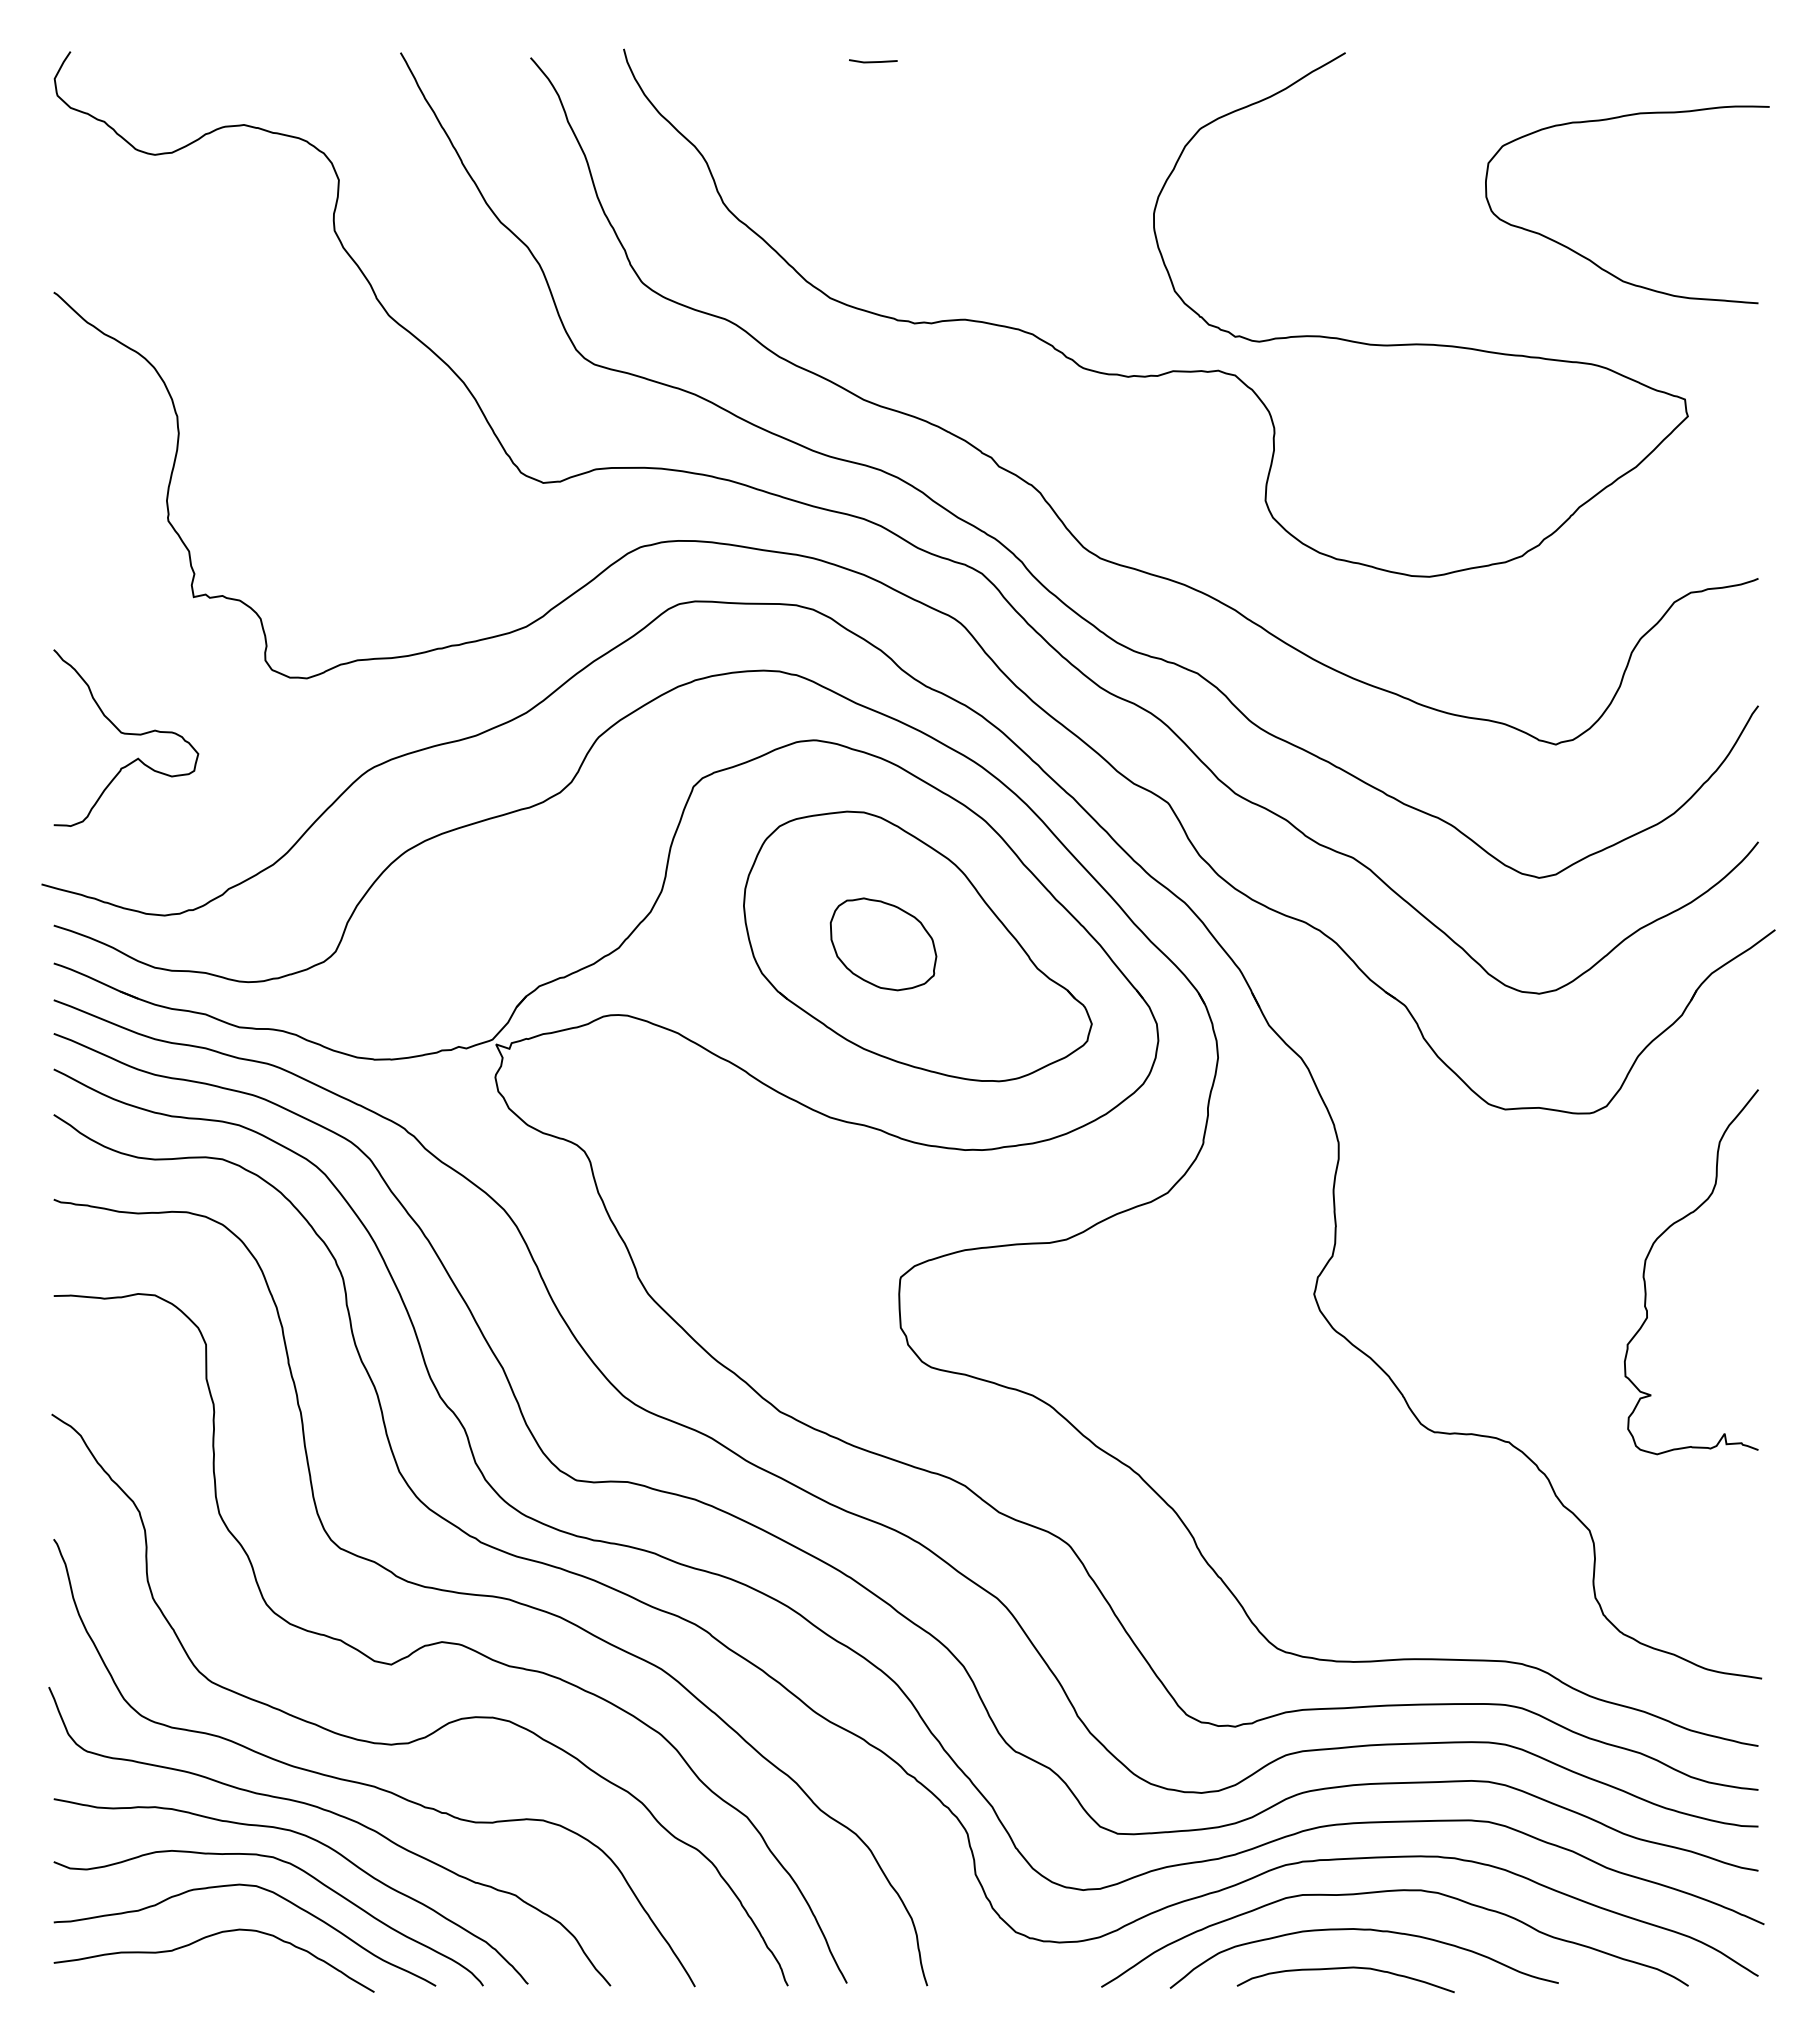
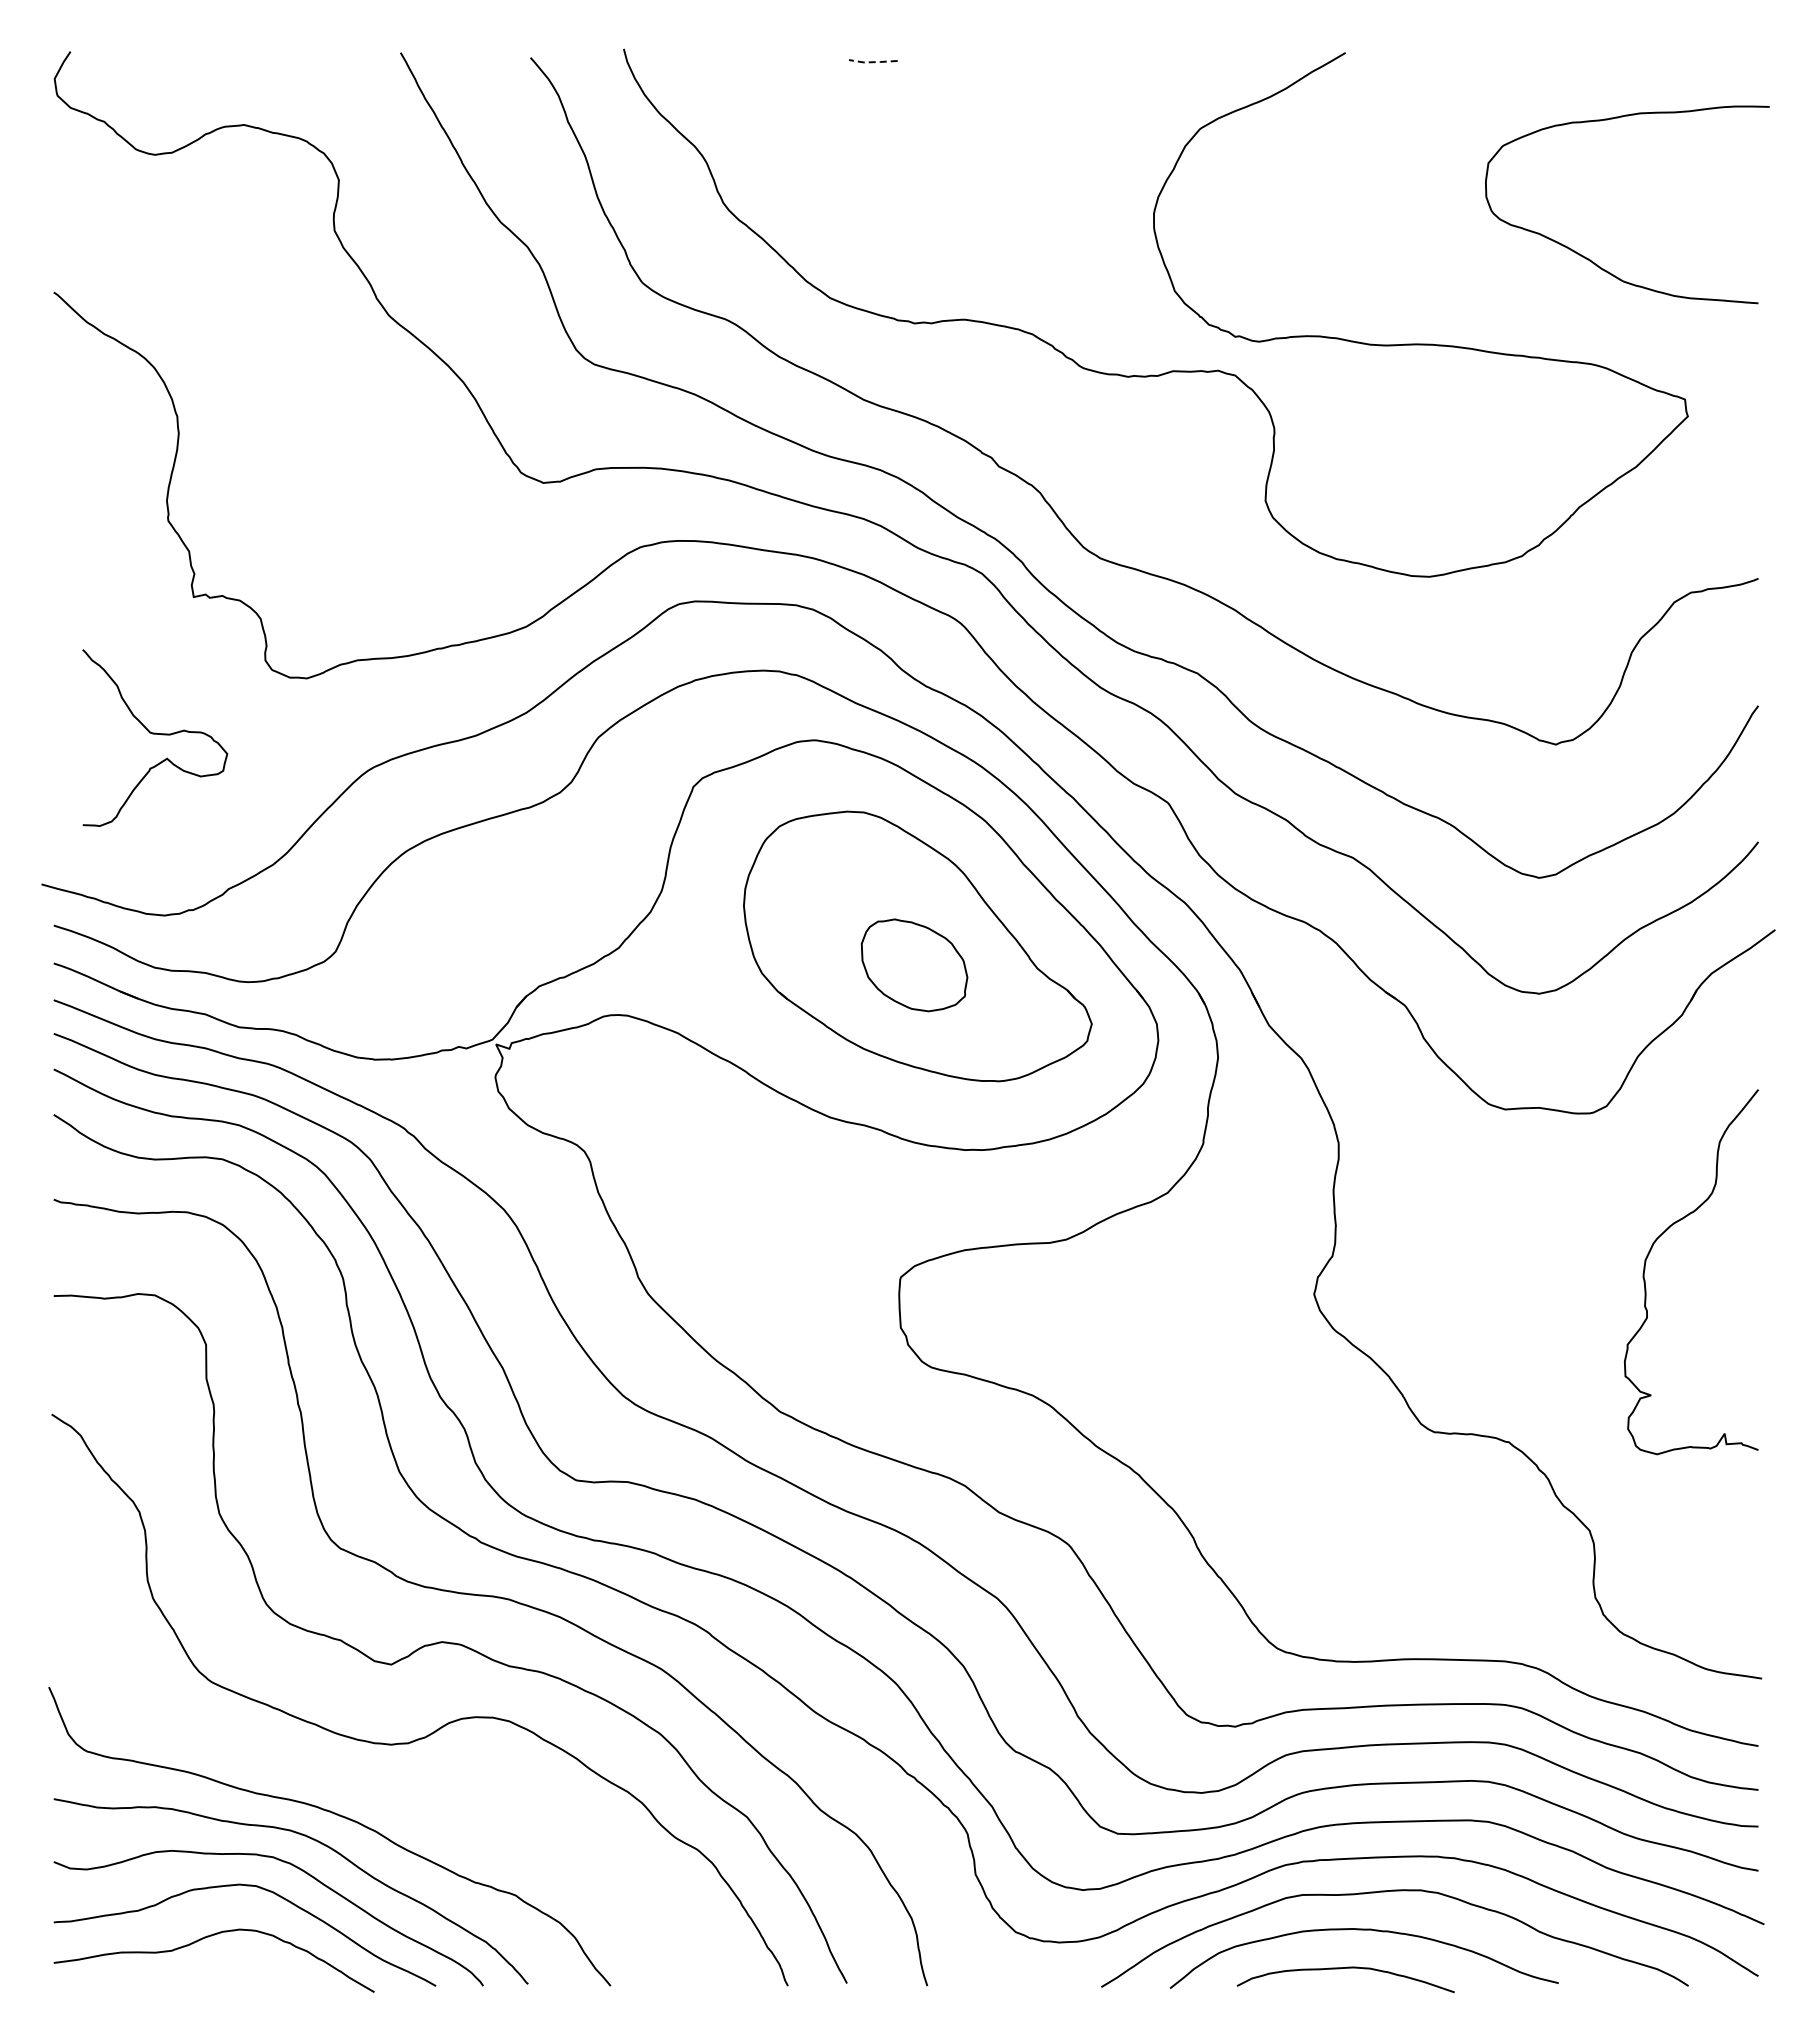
line at (872, 62): solid -> dashed
curve at (126, 734) position: (126, 734) -> (155, 734)
part at (883, 944) position: (883, 944) -> (914, 965)
curve at (370, 1784): present -> none
